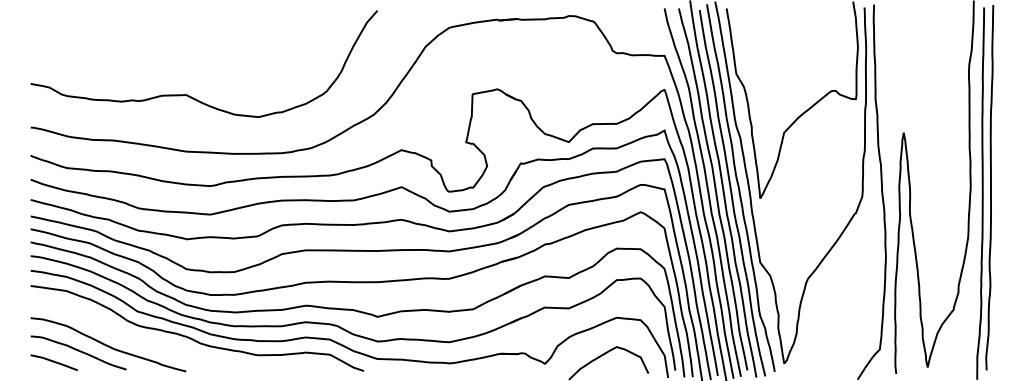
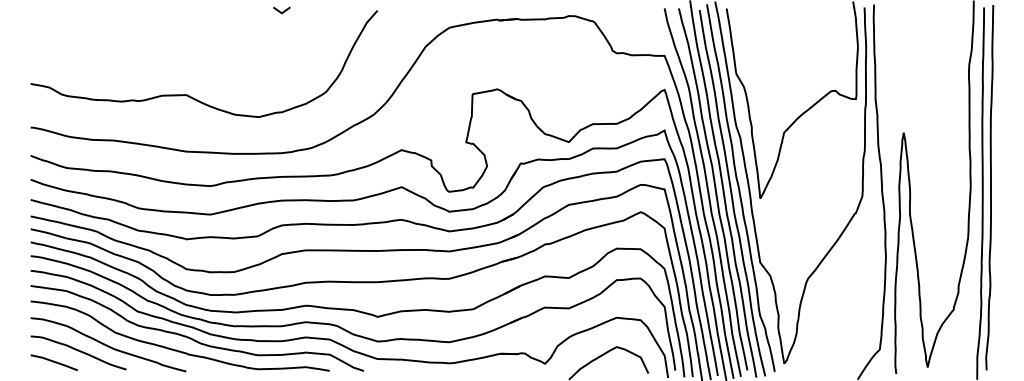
line at (281, 11): none -> present
curve at (176, 349): none -> present
